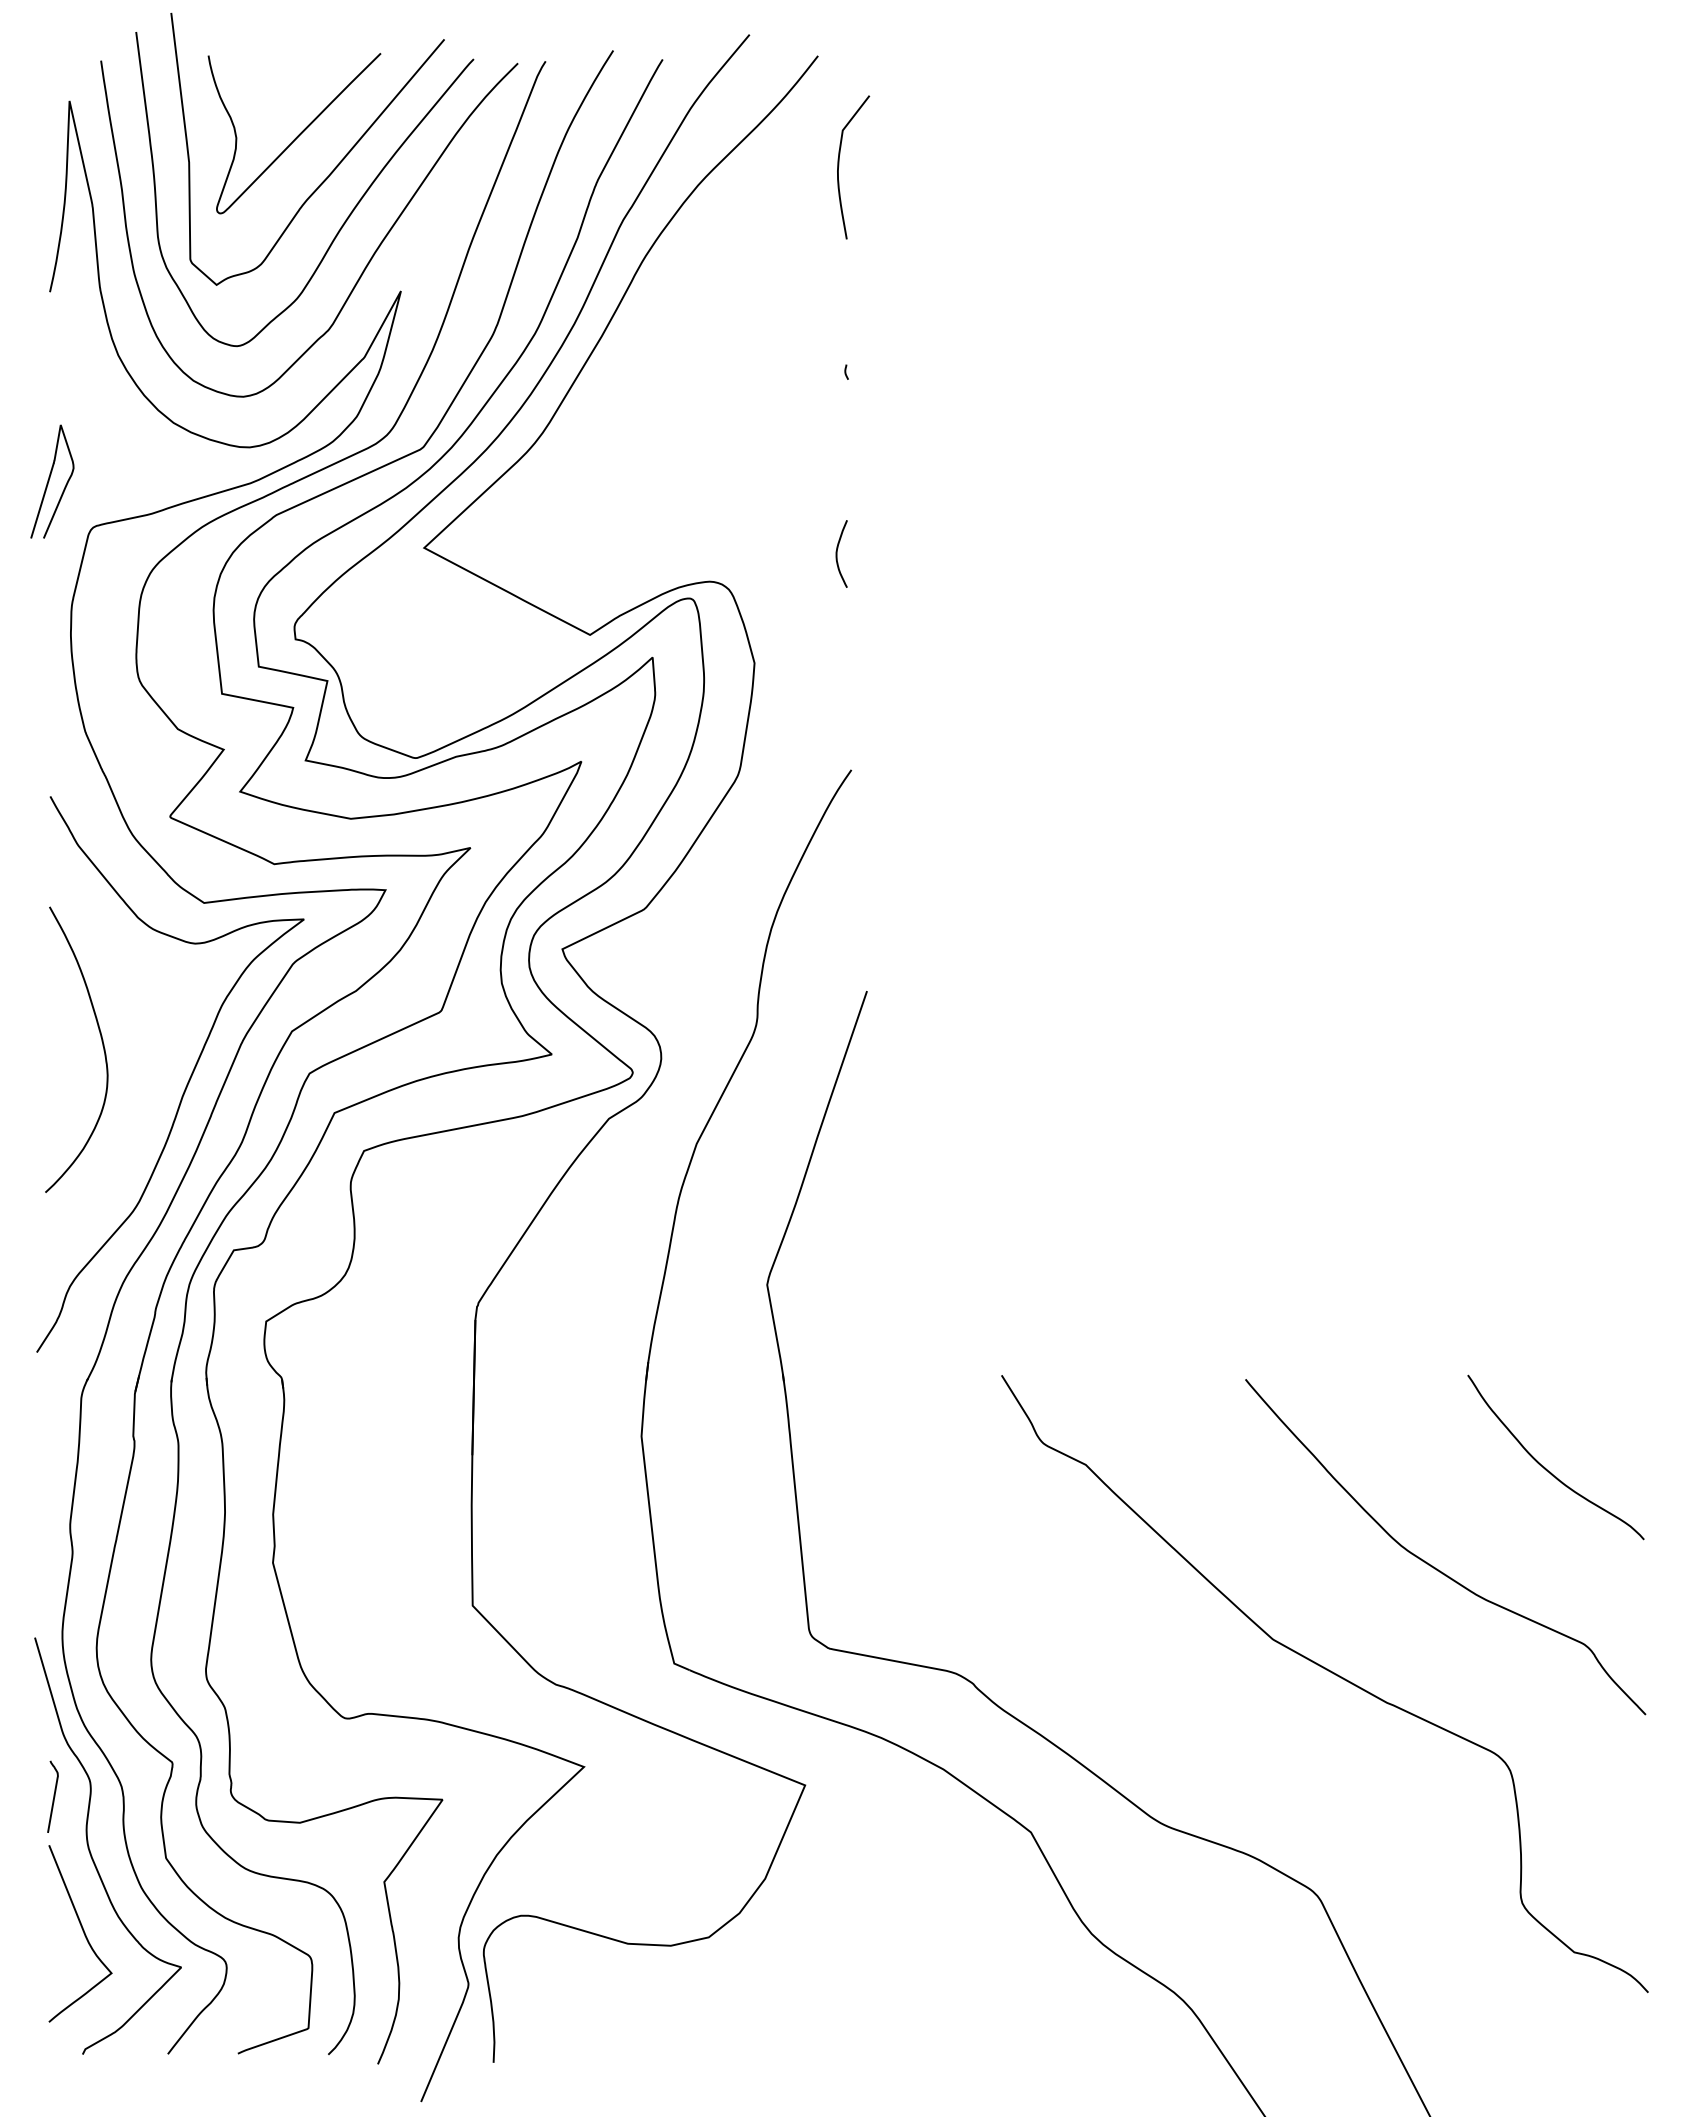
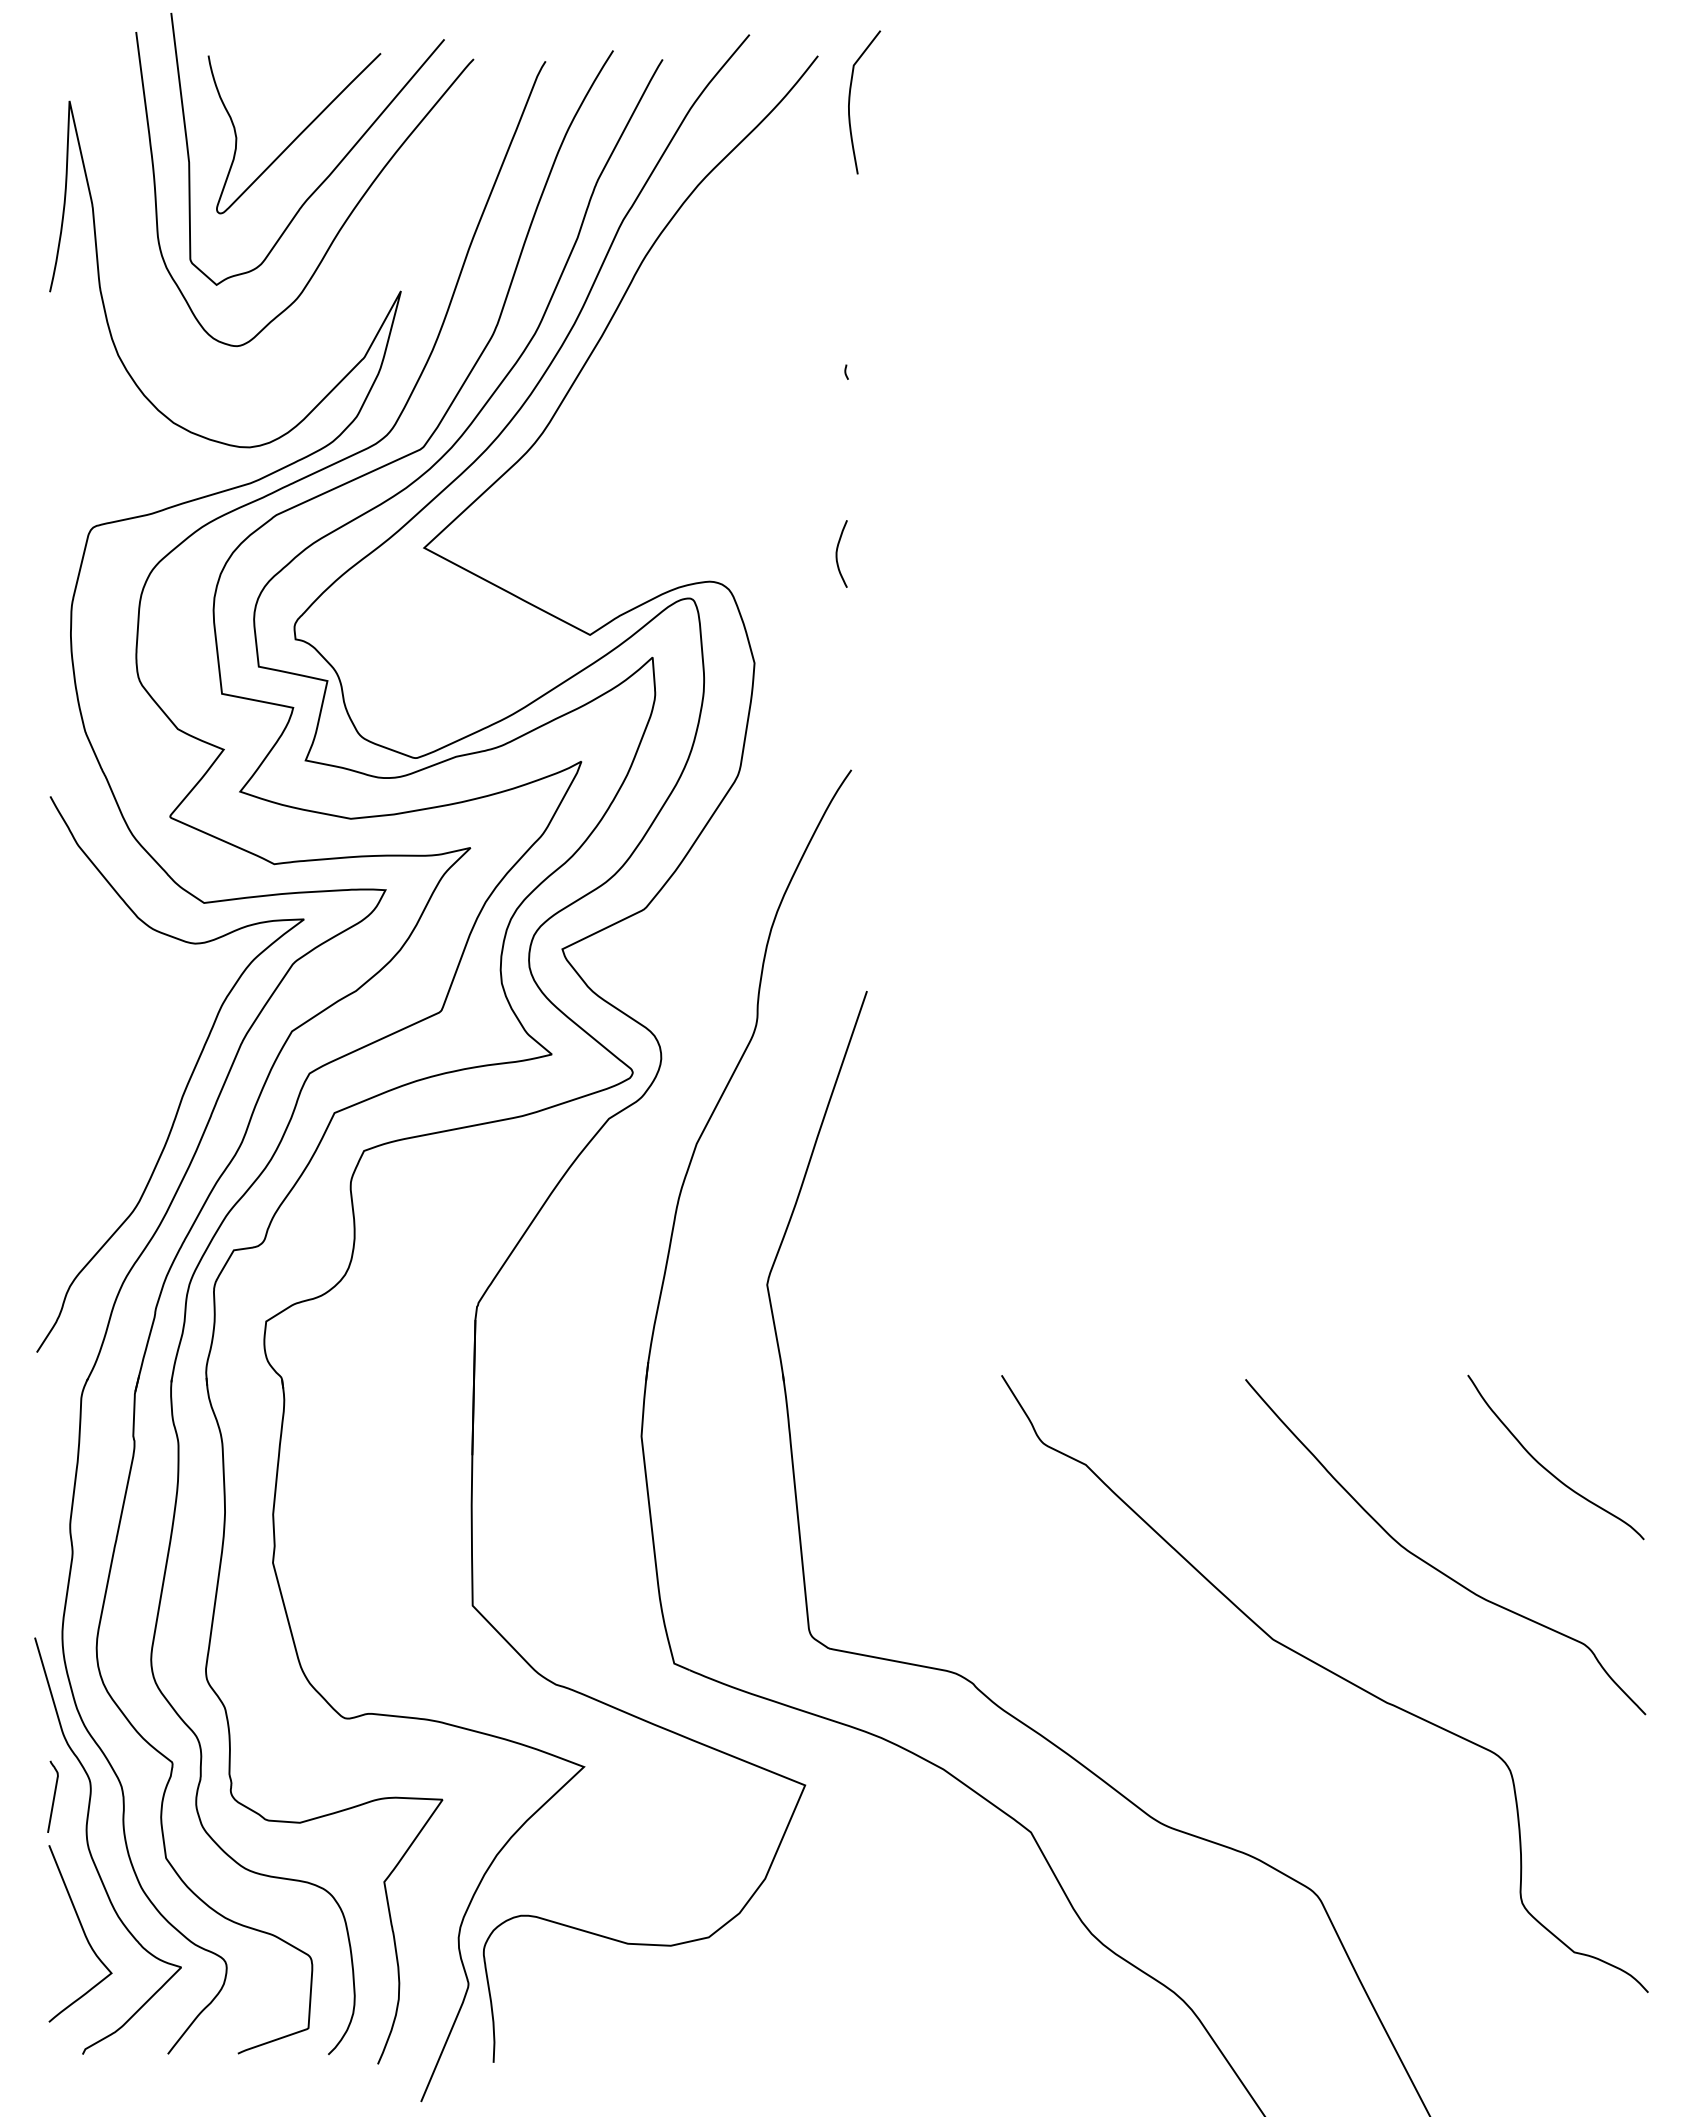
curve at (839, 166) position: (839, 166) -> (850, 101)
curve at (366, 264): present -> none
curve at (49, 481): present -> none
curve at (102, 1046): present -> none
